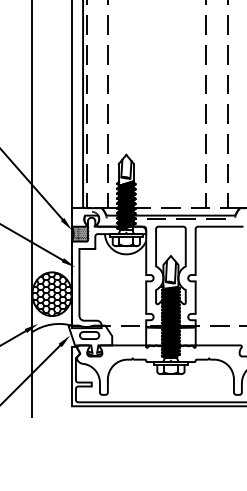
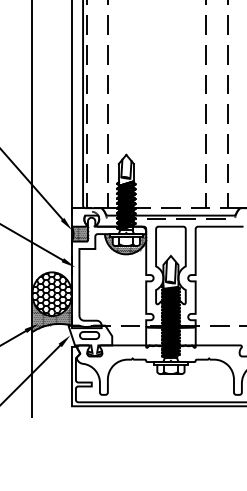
hatch at (125, 243): none -> present
hatch at (52, 315): none -> present
